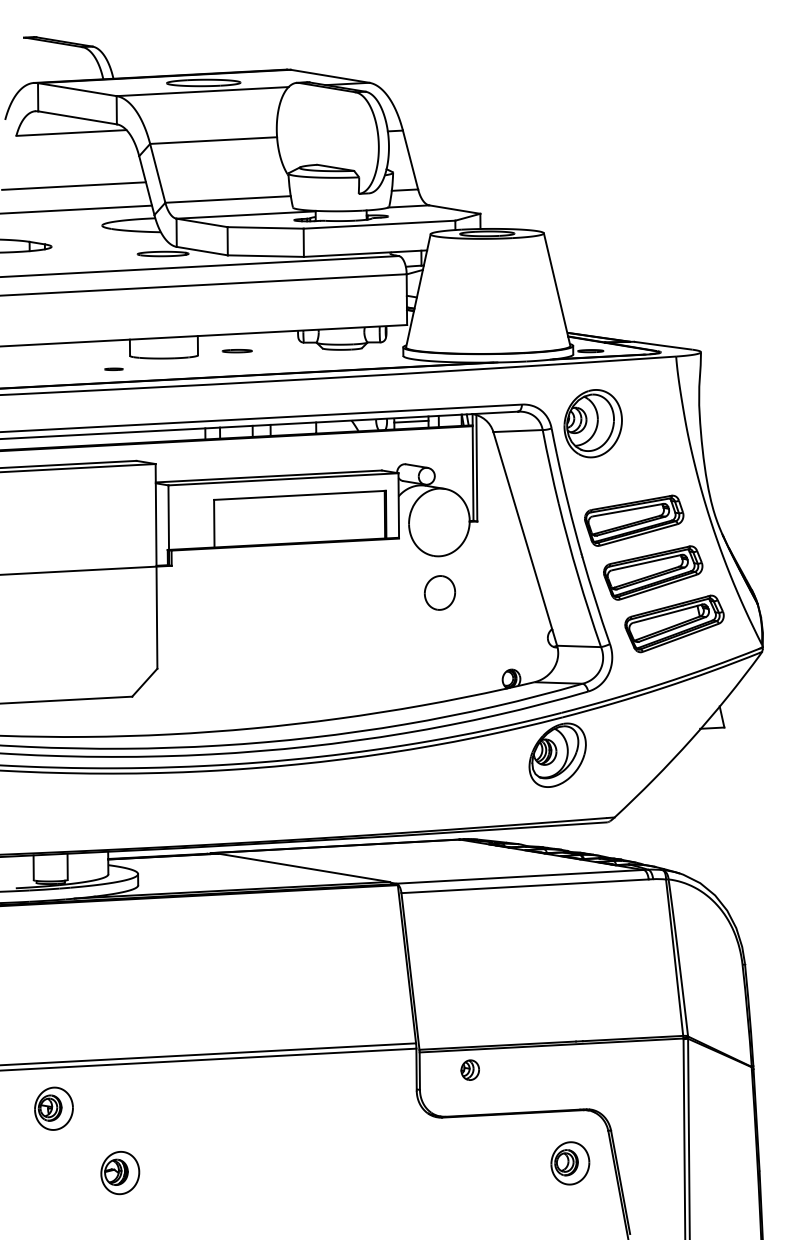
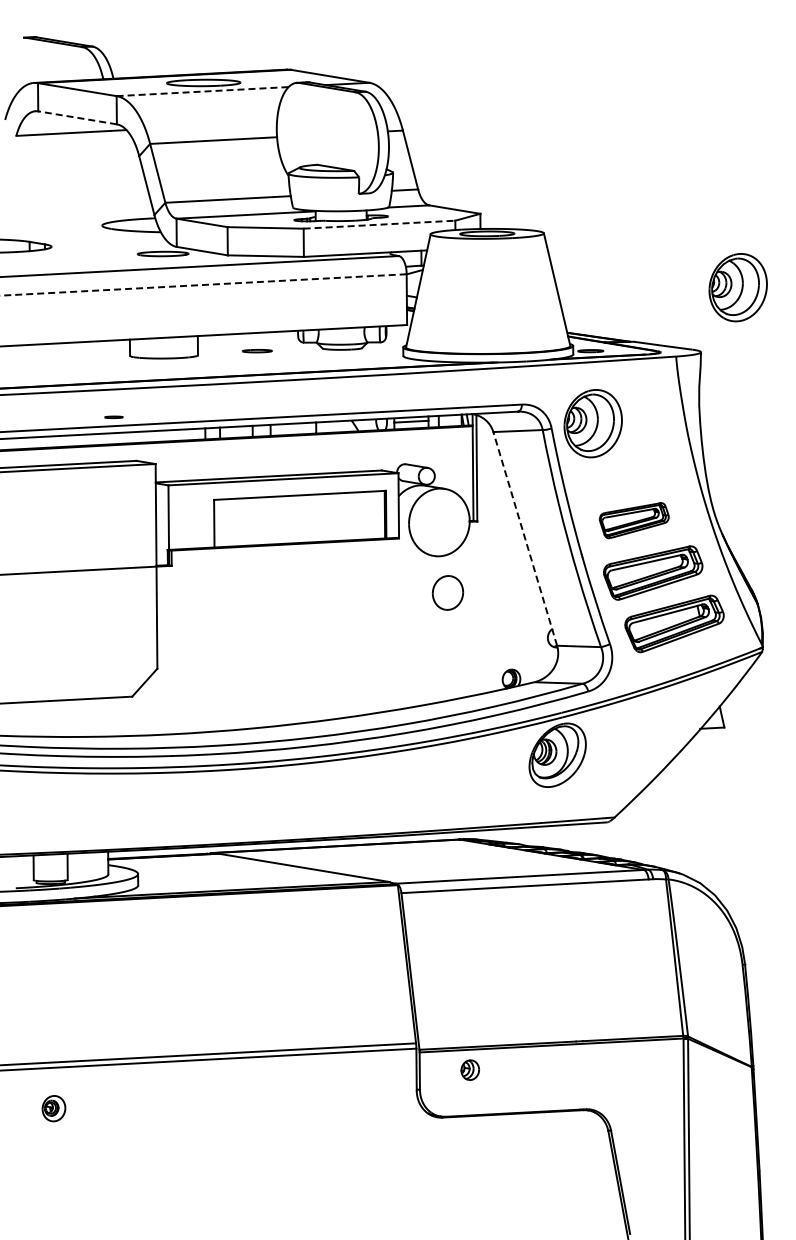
line at (203, 91): solid -> dashed
line at (77, 117): solid -> dashed
line at (73, 185): present -> none
line at (77, 209): present -> none
line at (379, 224): solid -> dashed
line at (203, 285): solid -> dashed
part at (737, 287): none -> present
line at (236, 351) position: (236, 351) -> (256, 351)
line at (113, 368) position: (113, 368) -> (113, 416)
part at (634, 520) size: 101x53 px -> 72x38 px
line at (525, 538): solid -> dashed
part at (440, 592) position: (440, 592) -> (448, 592)
part at (53, 1108) size: 40x45 px -> 26x28 px
part at (570, 1163): present -> none
part at (120, 1173): present -> none
